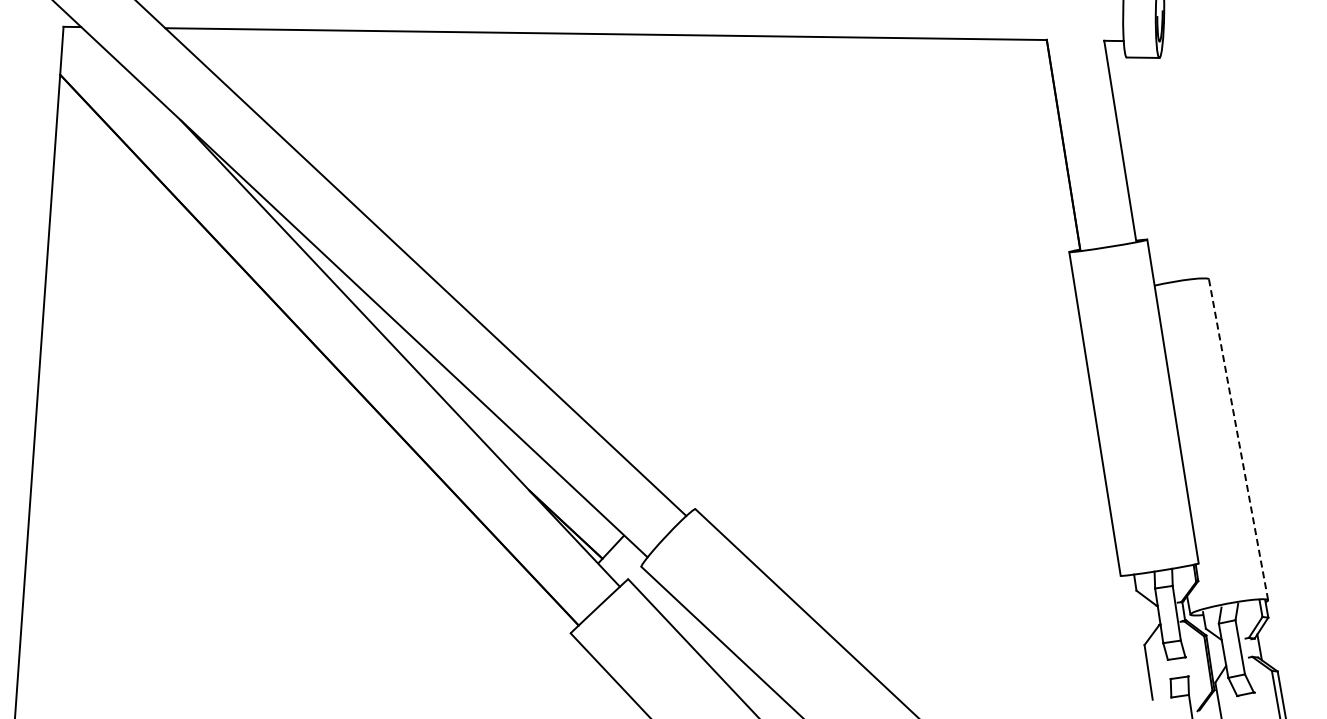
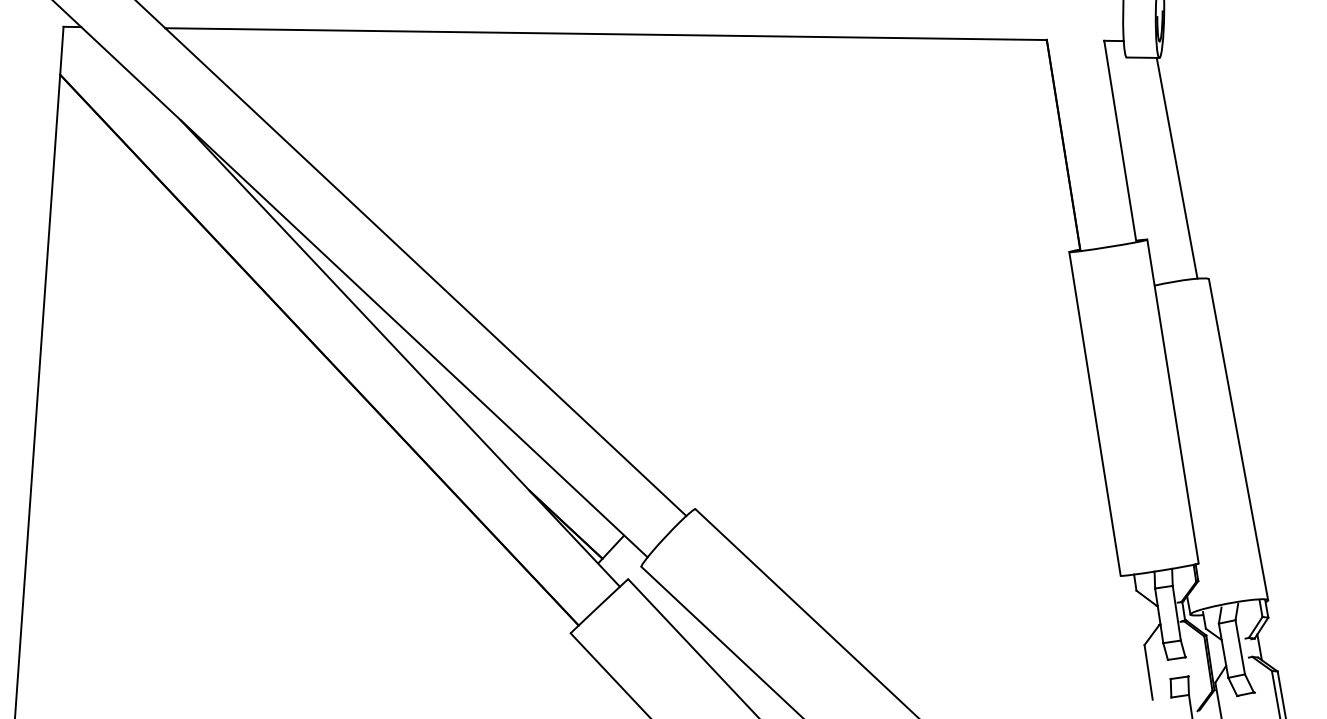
line at (1176, 167): none -> present
line at (1238, 440): dashed -> solid
